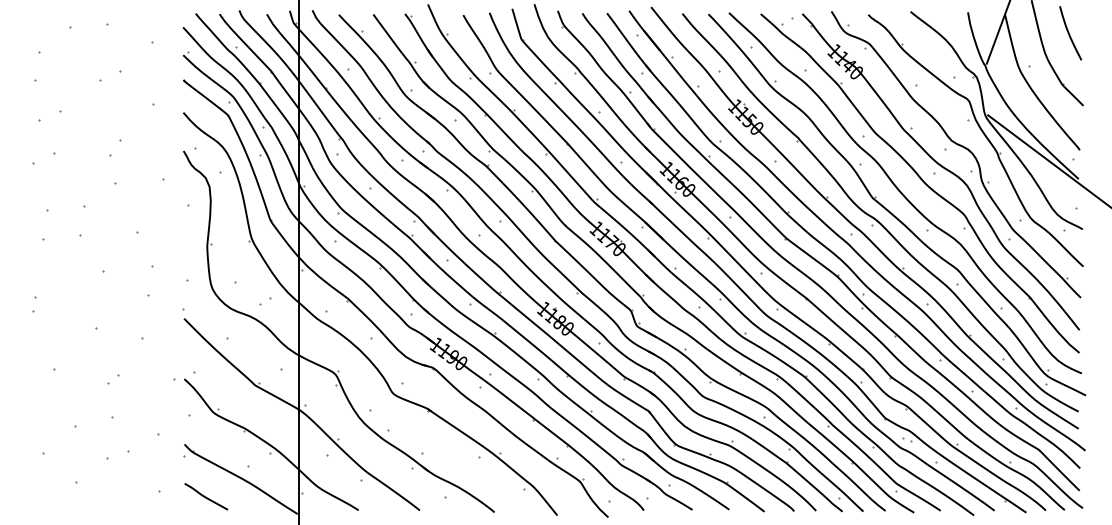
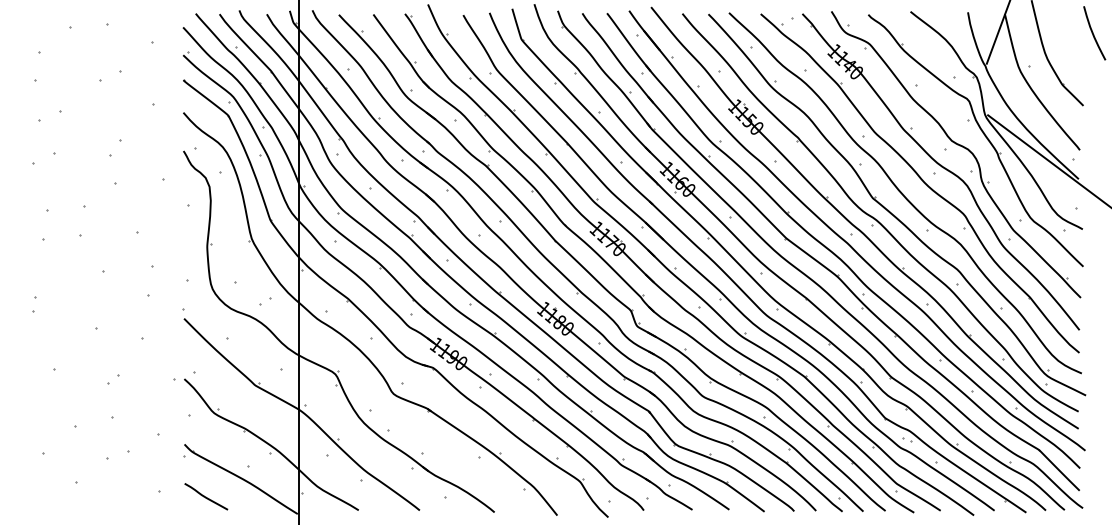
curve at (1069, 33) position: (1069, 33) -> (1093, 33)
